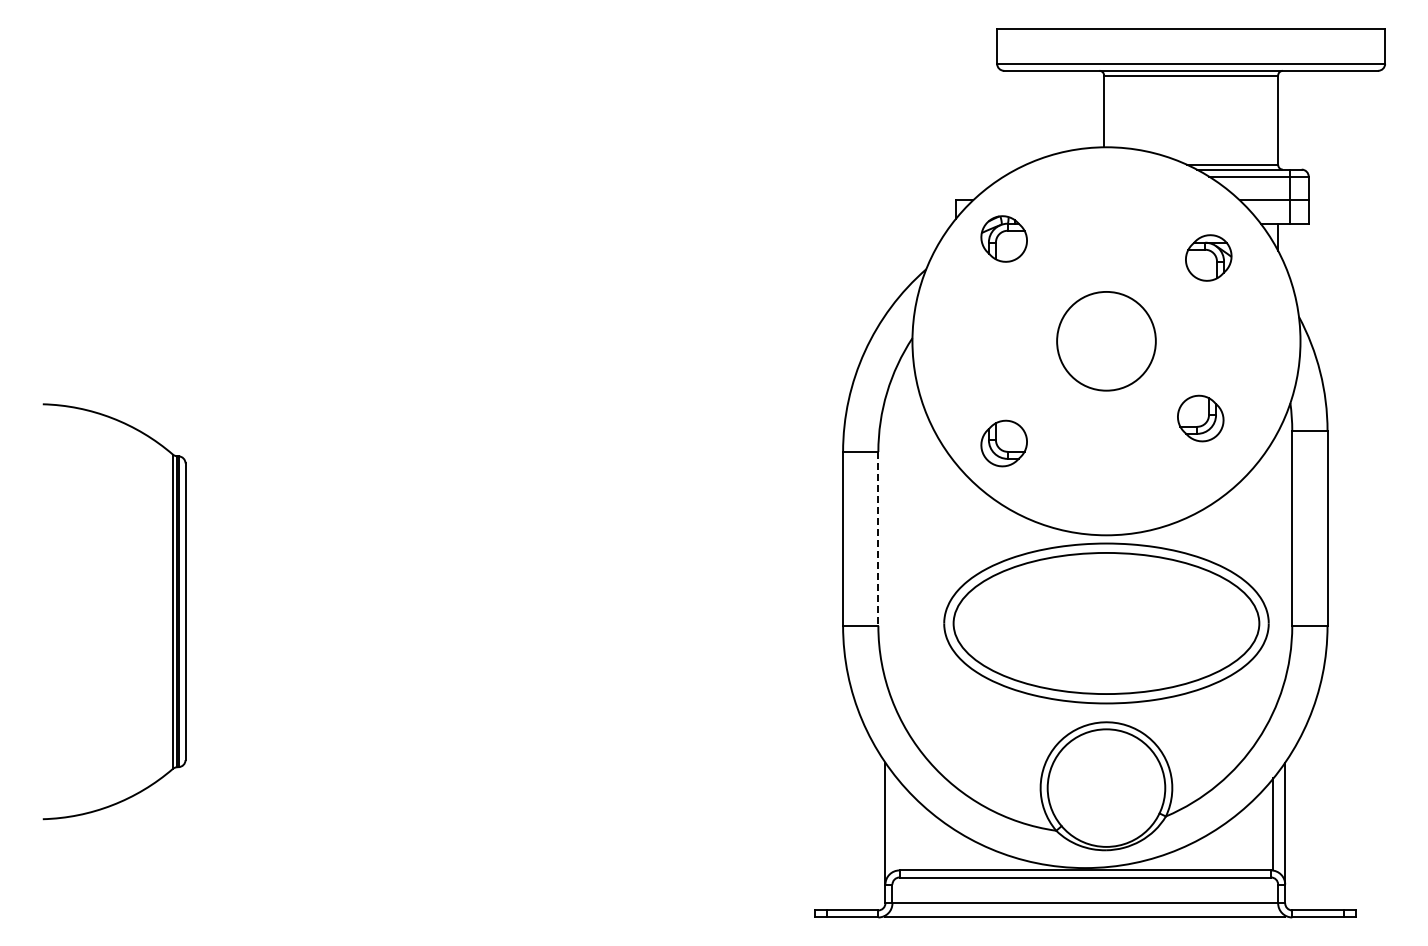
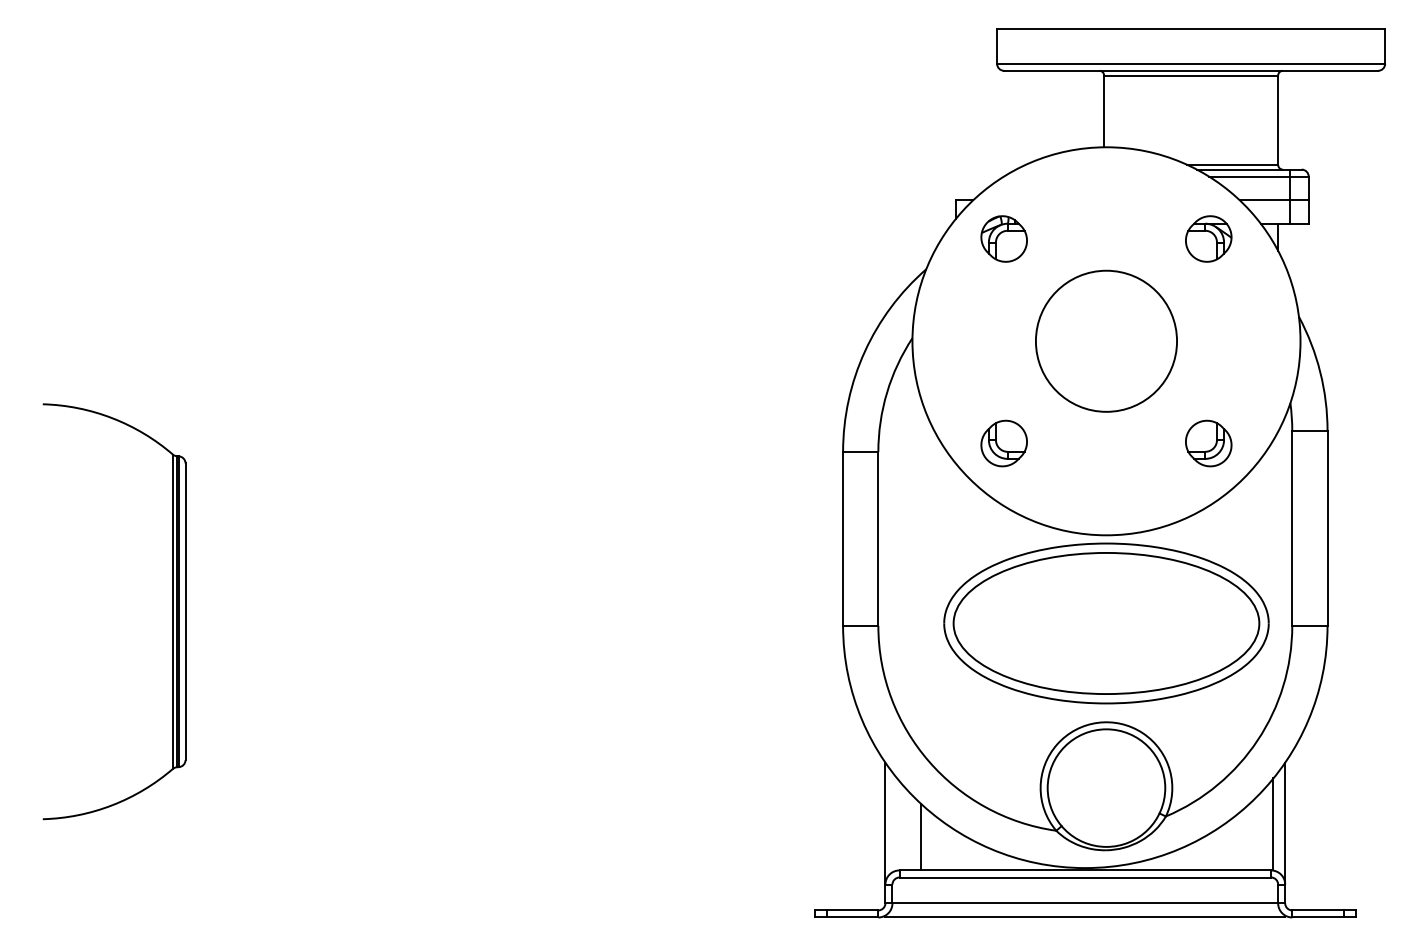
part at (1208, 257) position: (1208, 257) -> (1208, 238)
circle at (1106, 340) diameter: 99 px -> 141 px
part at (1200, 418) position: (1200, 418) -> (1208, 443)
line at (878, 538): dashed -> solid
line at (920, 836): none -> present
